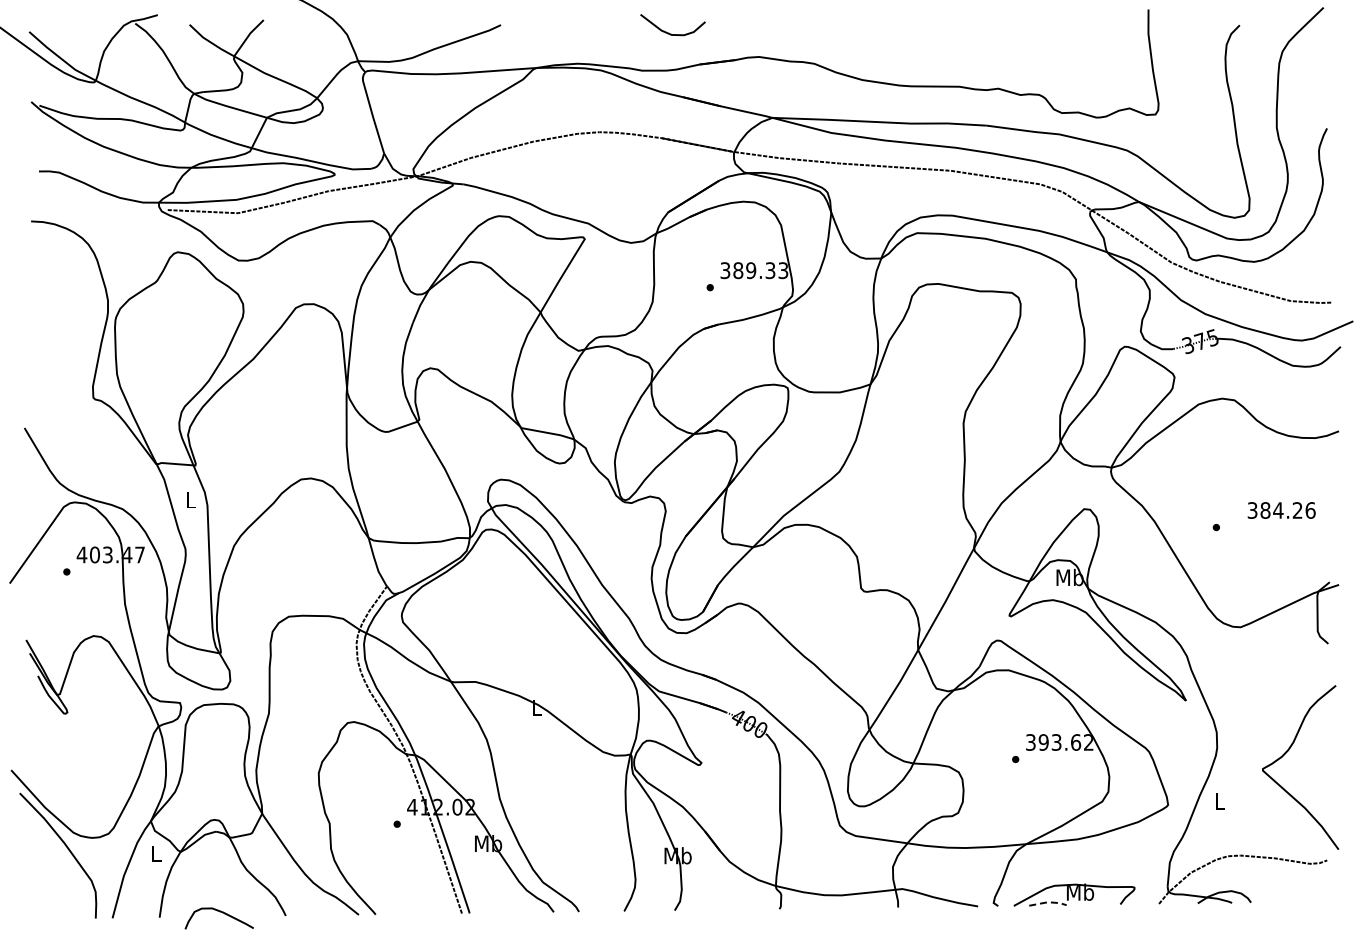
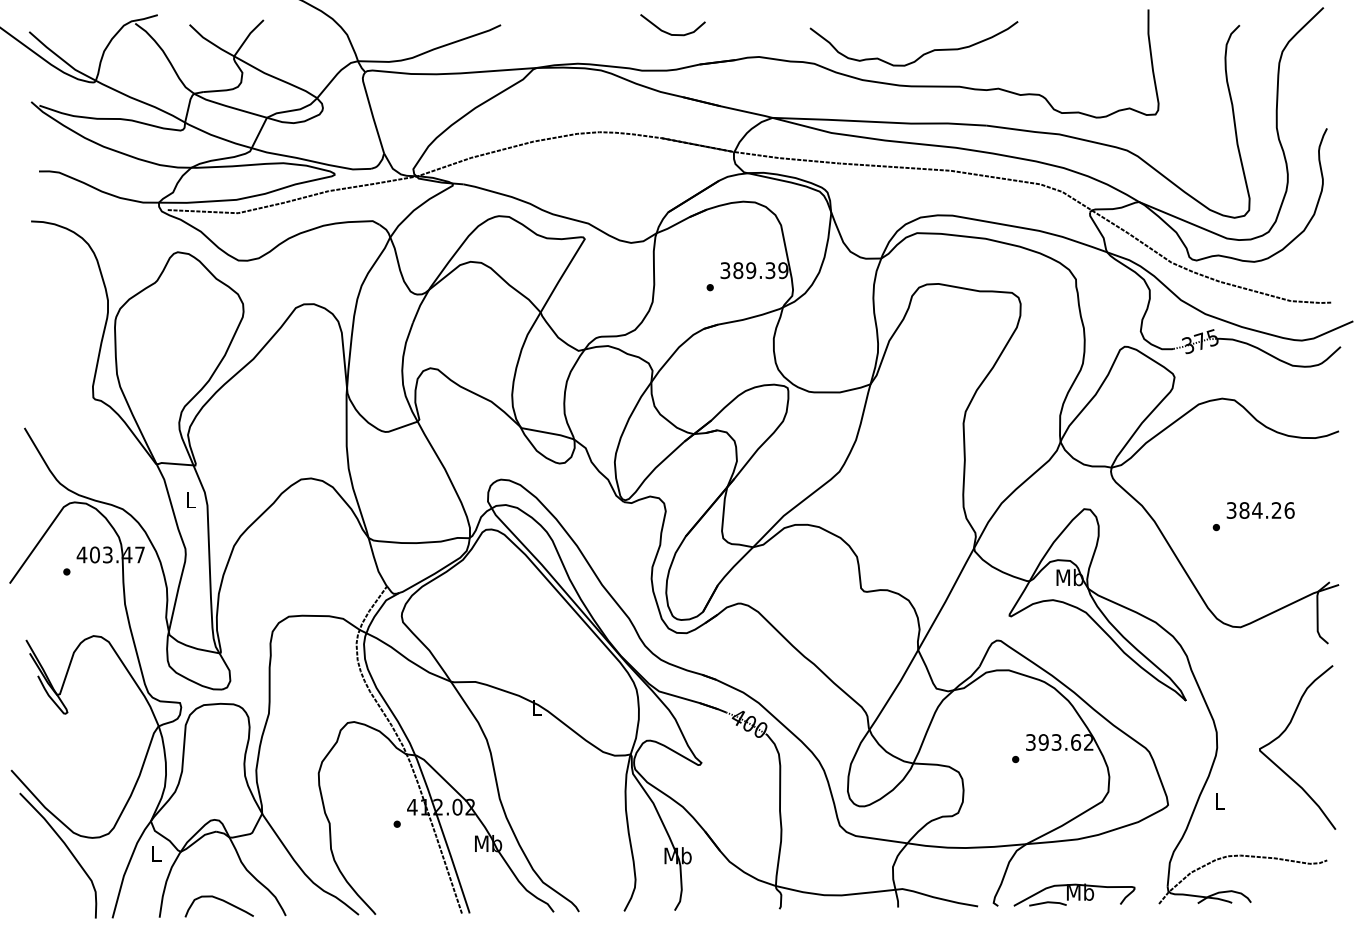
curve at (923, 53): none -> present
text at (783, 270): 389.33 -> 389.39
text at (1281, 510) position: (1281, 510) -> (1260, 510)
curve at (1286, 753) position: (1286, 753) -> (1283, 733)
line at (1047, 902): dashed -> solid
curve at (219, 912) position: (219, 912) -> (219, 900)
